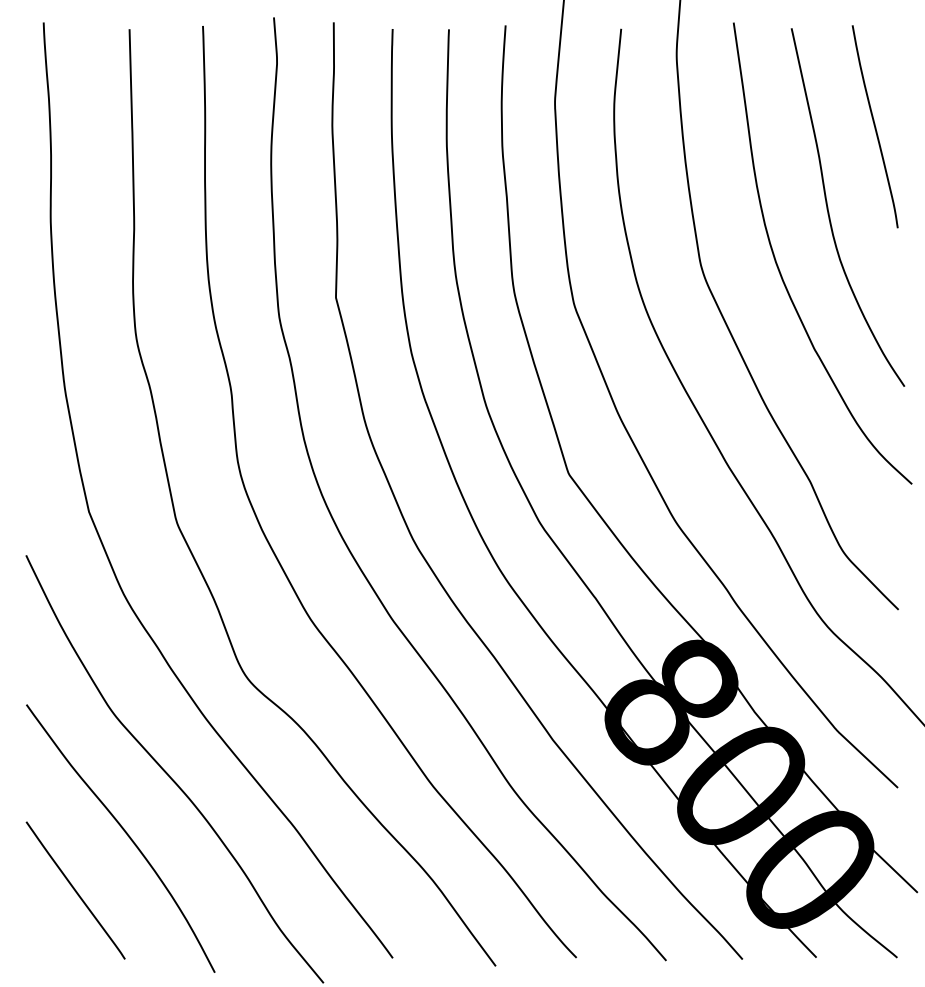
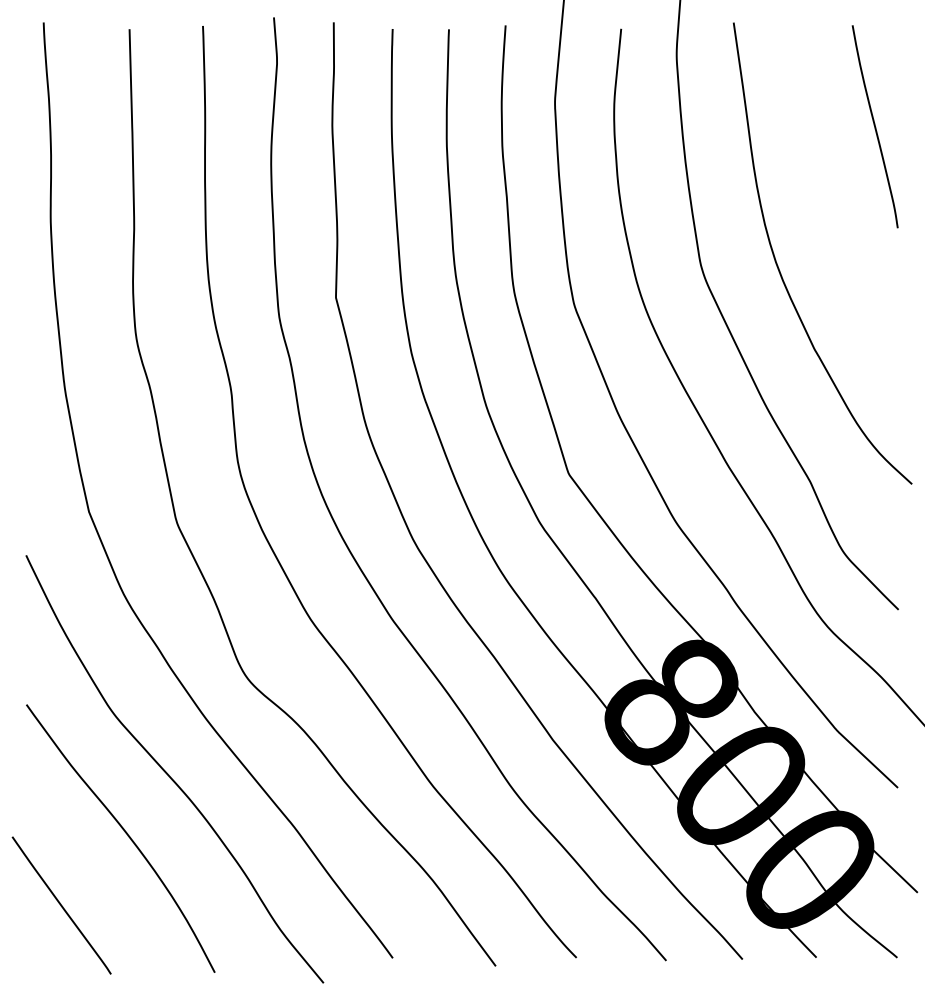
curve at (829, 212): present -> none
line at (75, 890) position: (75, 890) -> (61, 905)
